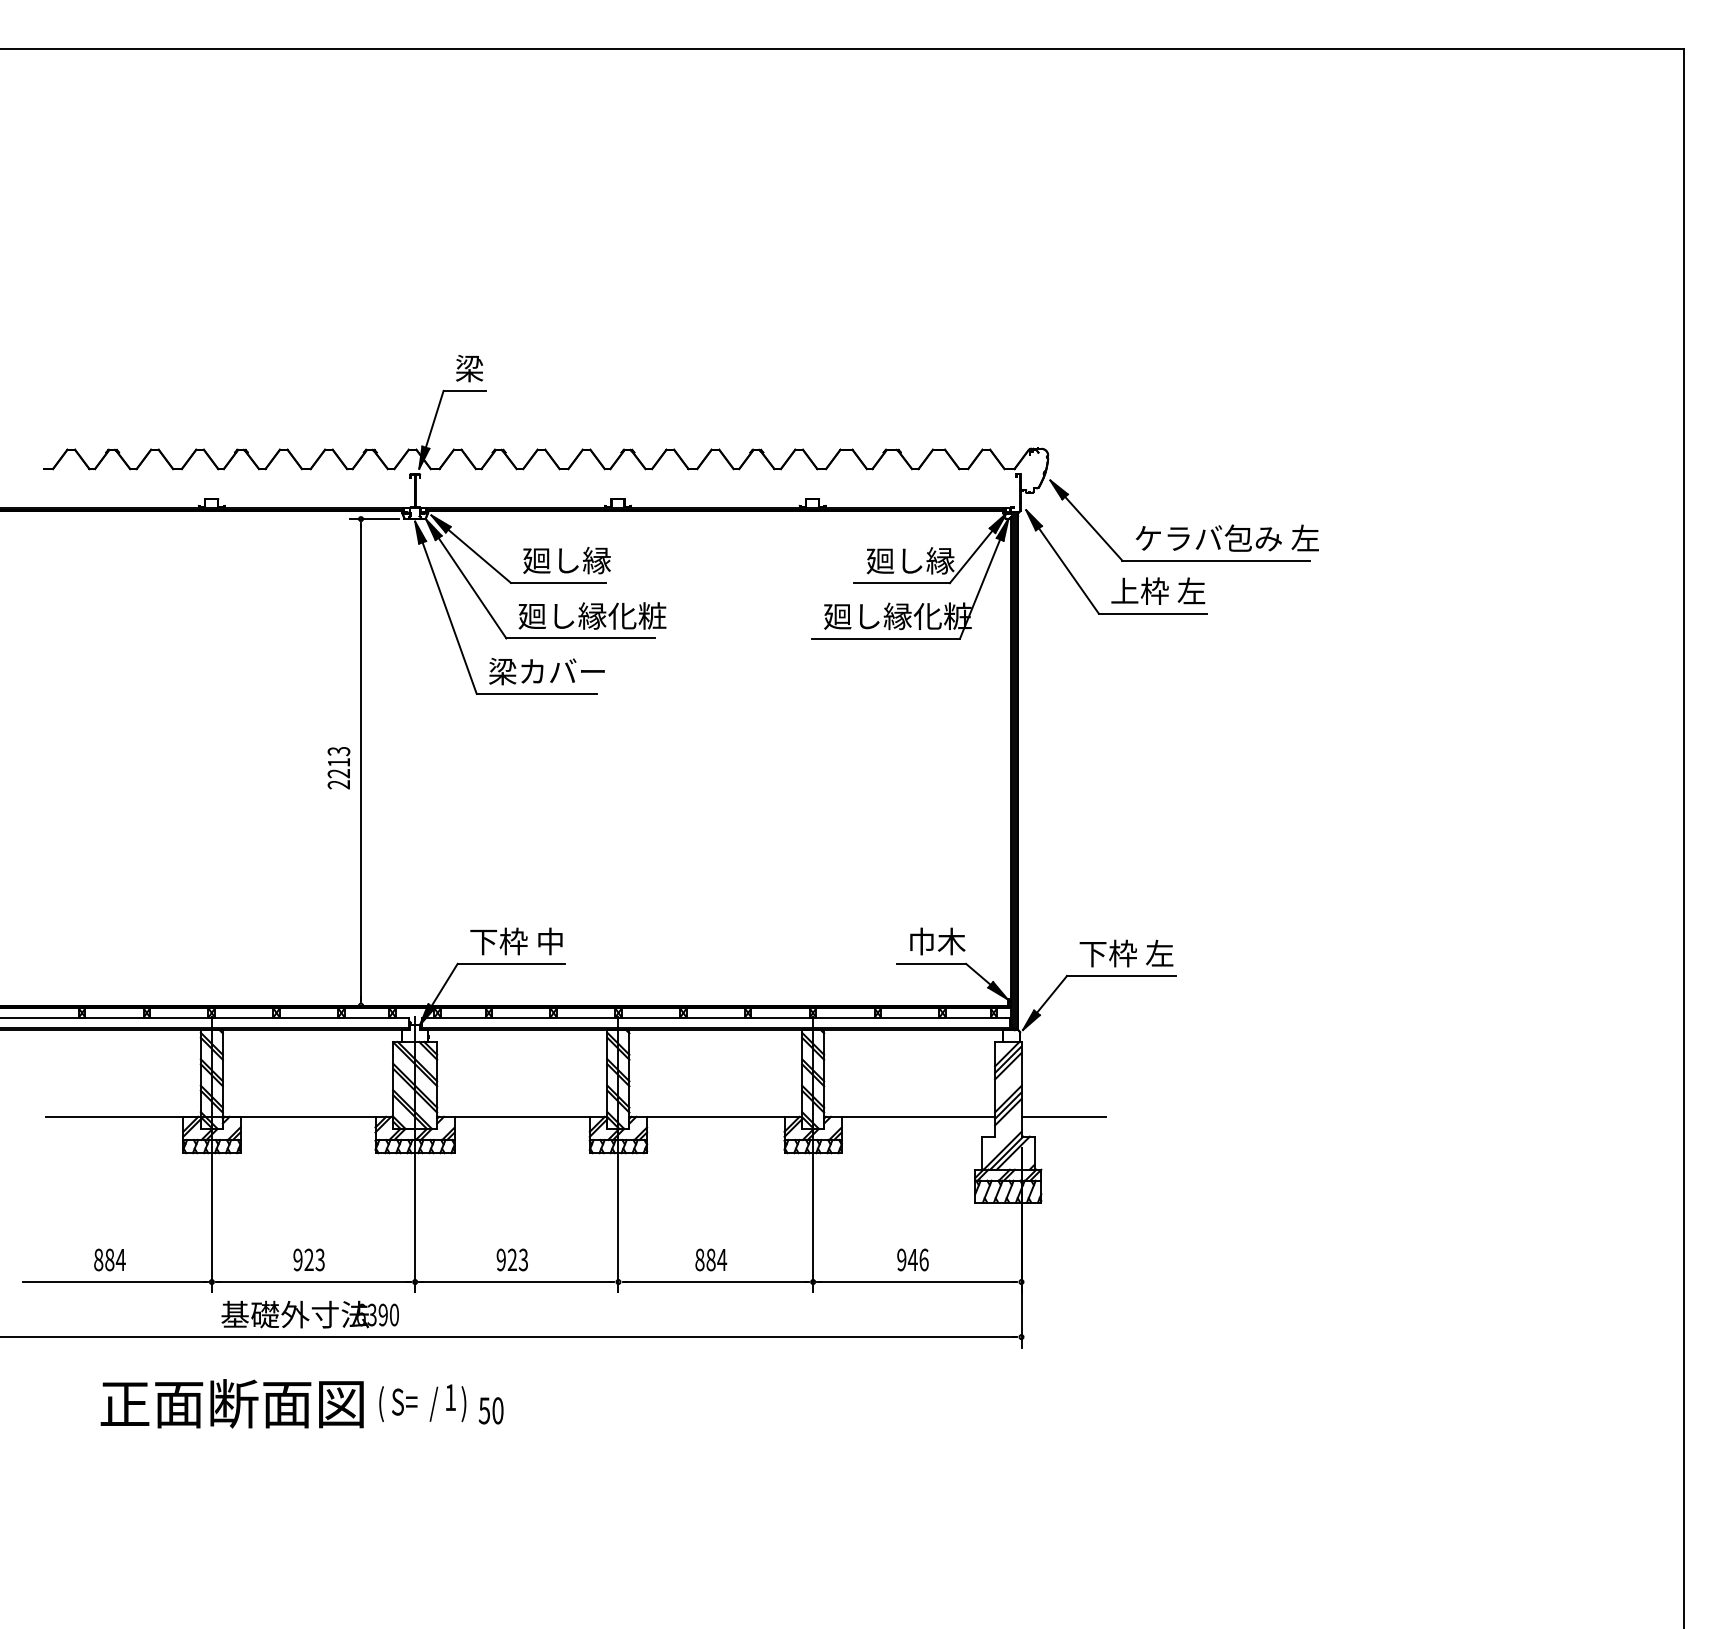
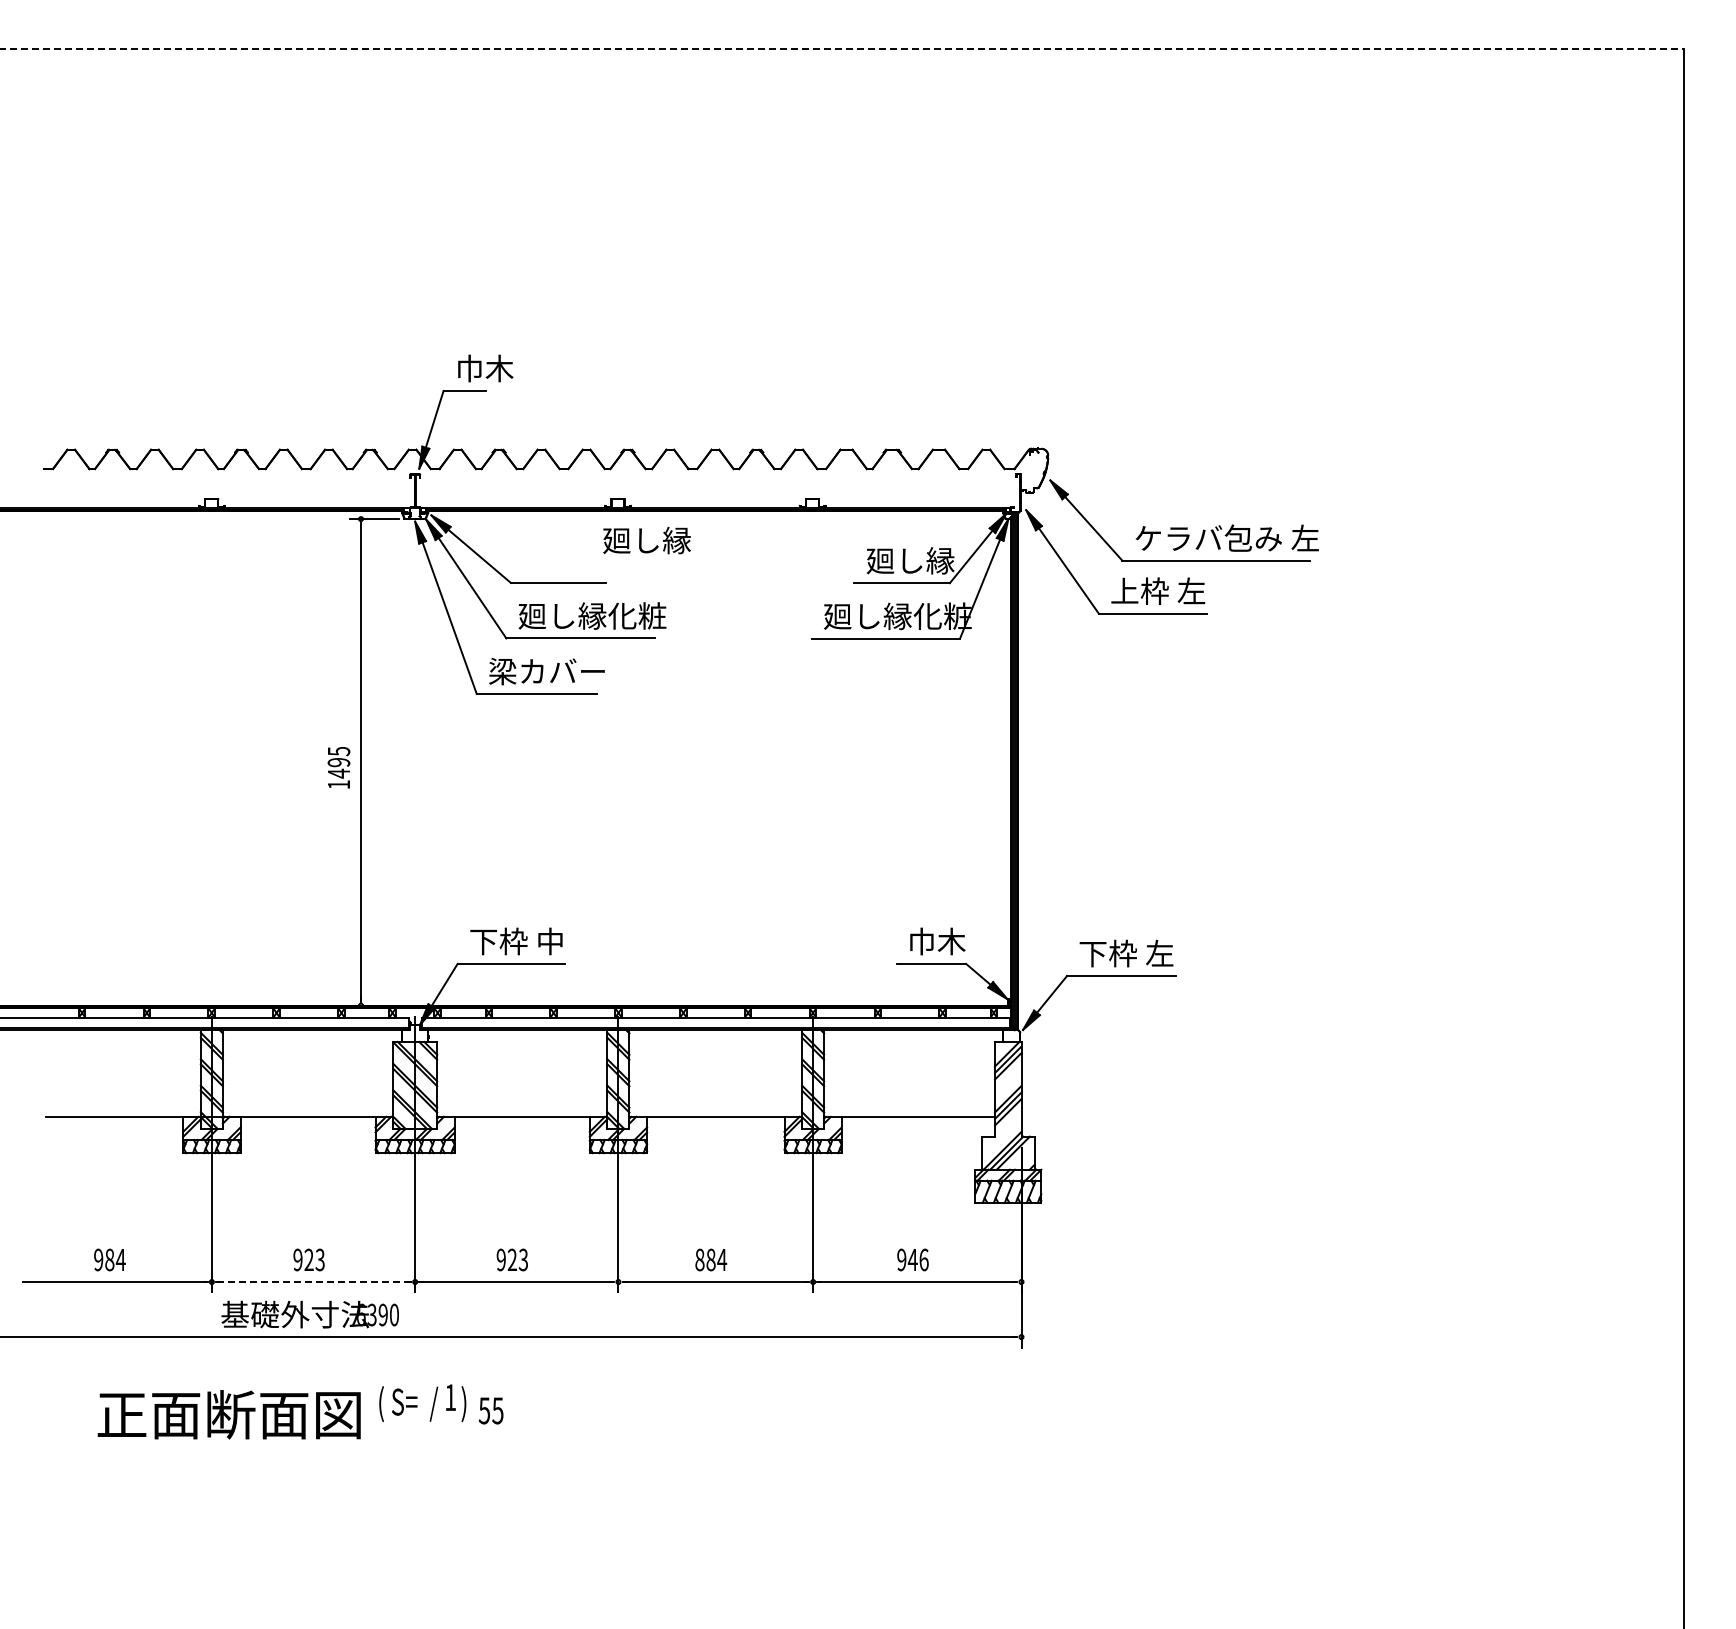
line at (842, 48): solid -> dashed
text at (484, 368): 梁 -> 巾木
text at (566, 560) position: (566, 560) -> (646, 540)
text at (338, 768): 2213 -> 1495
line at (1063, 1116): present -> none
text at (98, 1259): 884 -> 984
line at (314, 1282): solid -> dashed
text at (231, 1403) position: (231, 1403) -> (228, 1414)
text at (497, 1410): 50 -> 55
